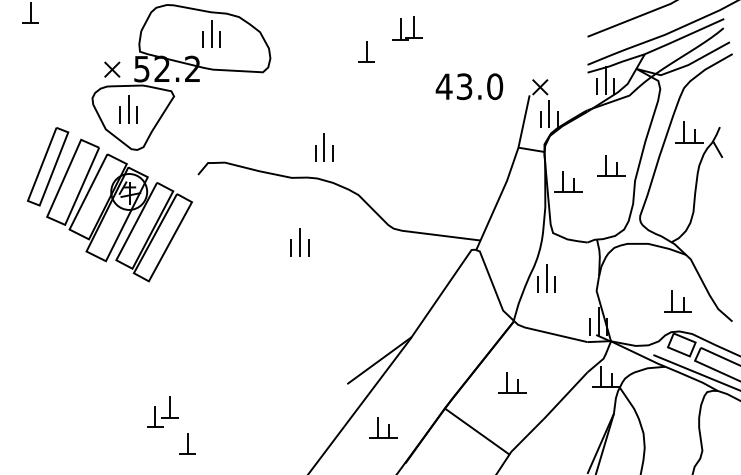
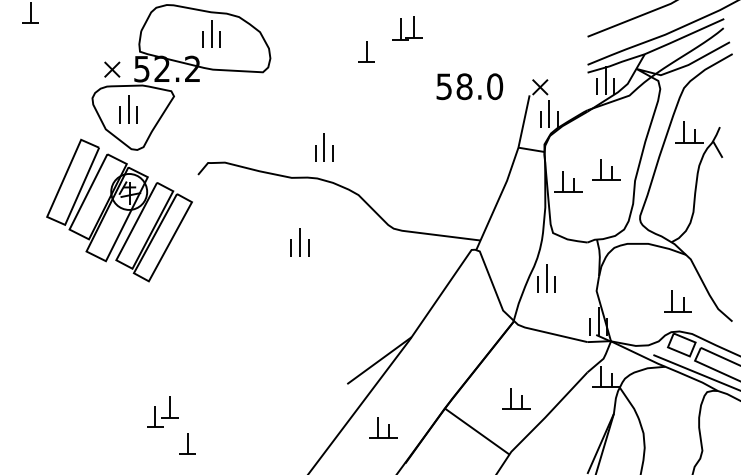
text at (453, 86): 43.0 -> 58.0
part at (611, 165) position: (611, 165) -> (606, 169)
part at (47, 166): present -> none
part at (512, 382) position: (512, 382) -> (516, 398)
